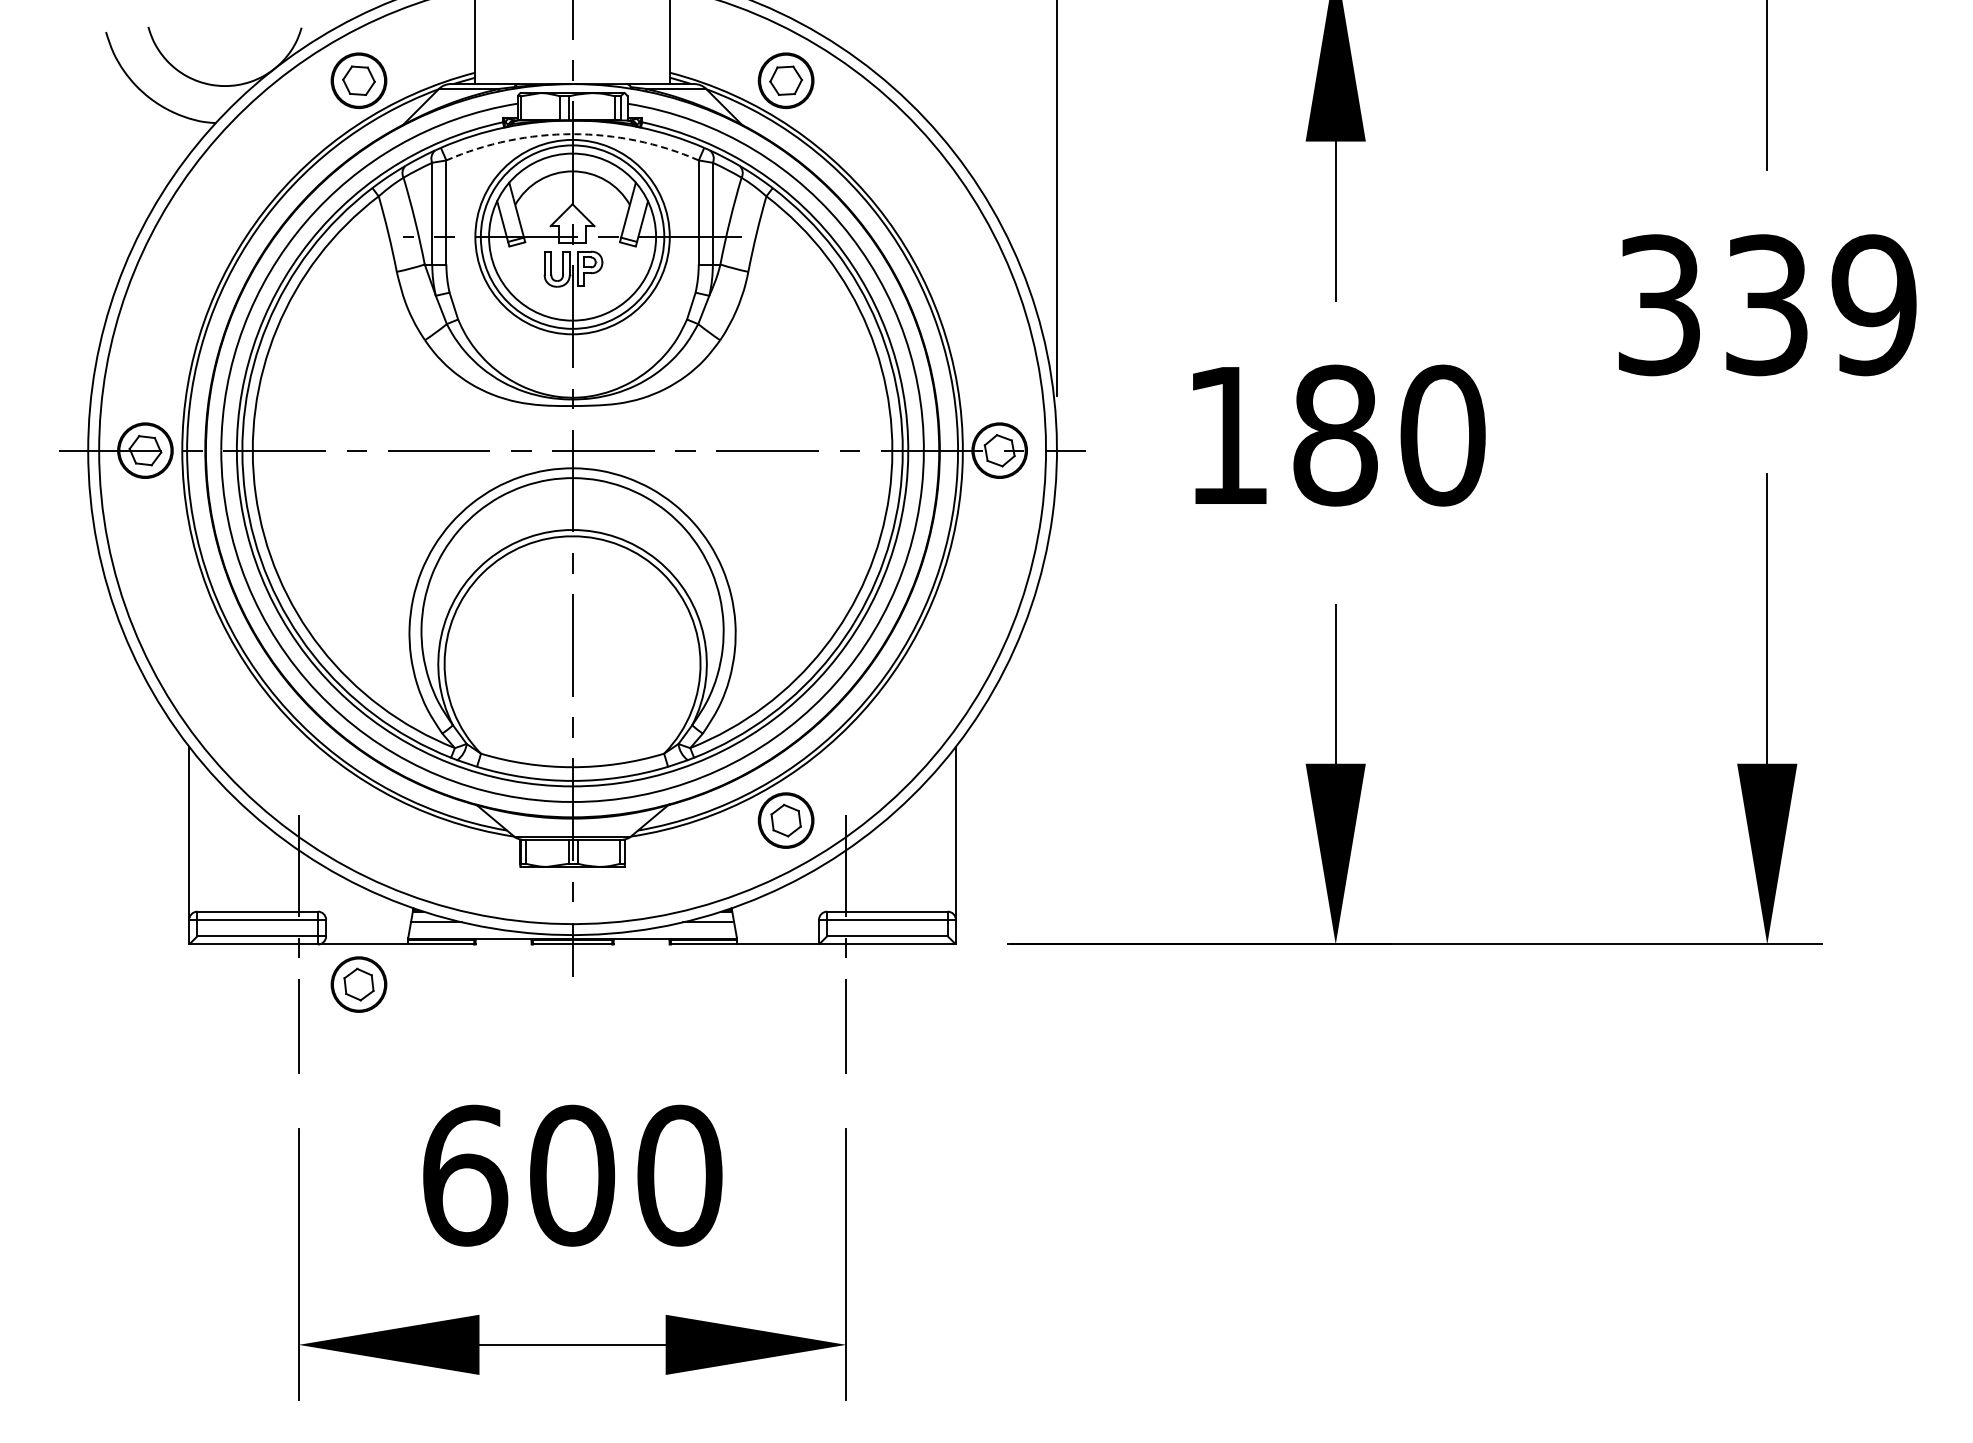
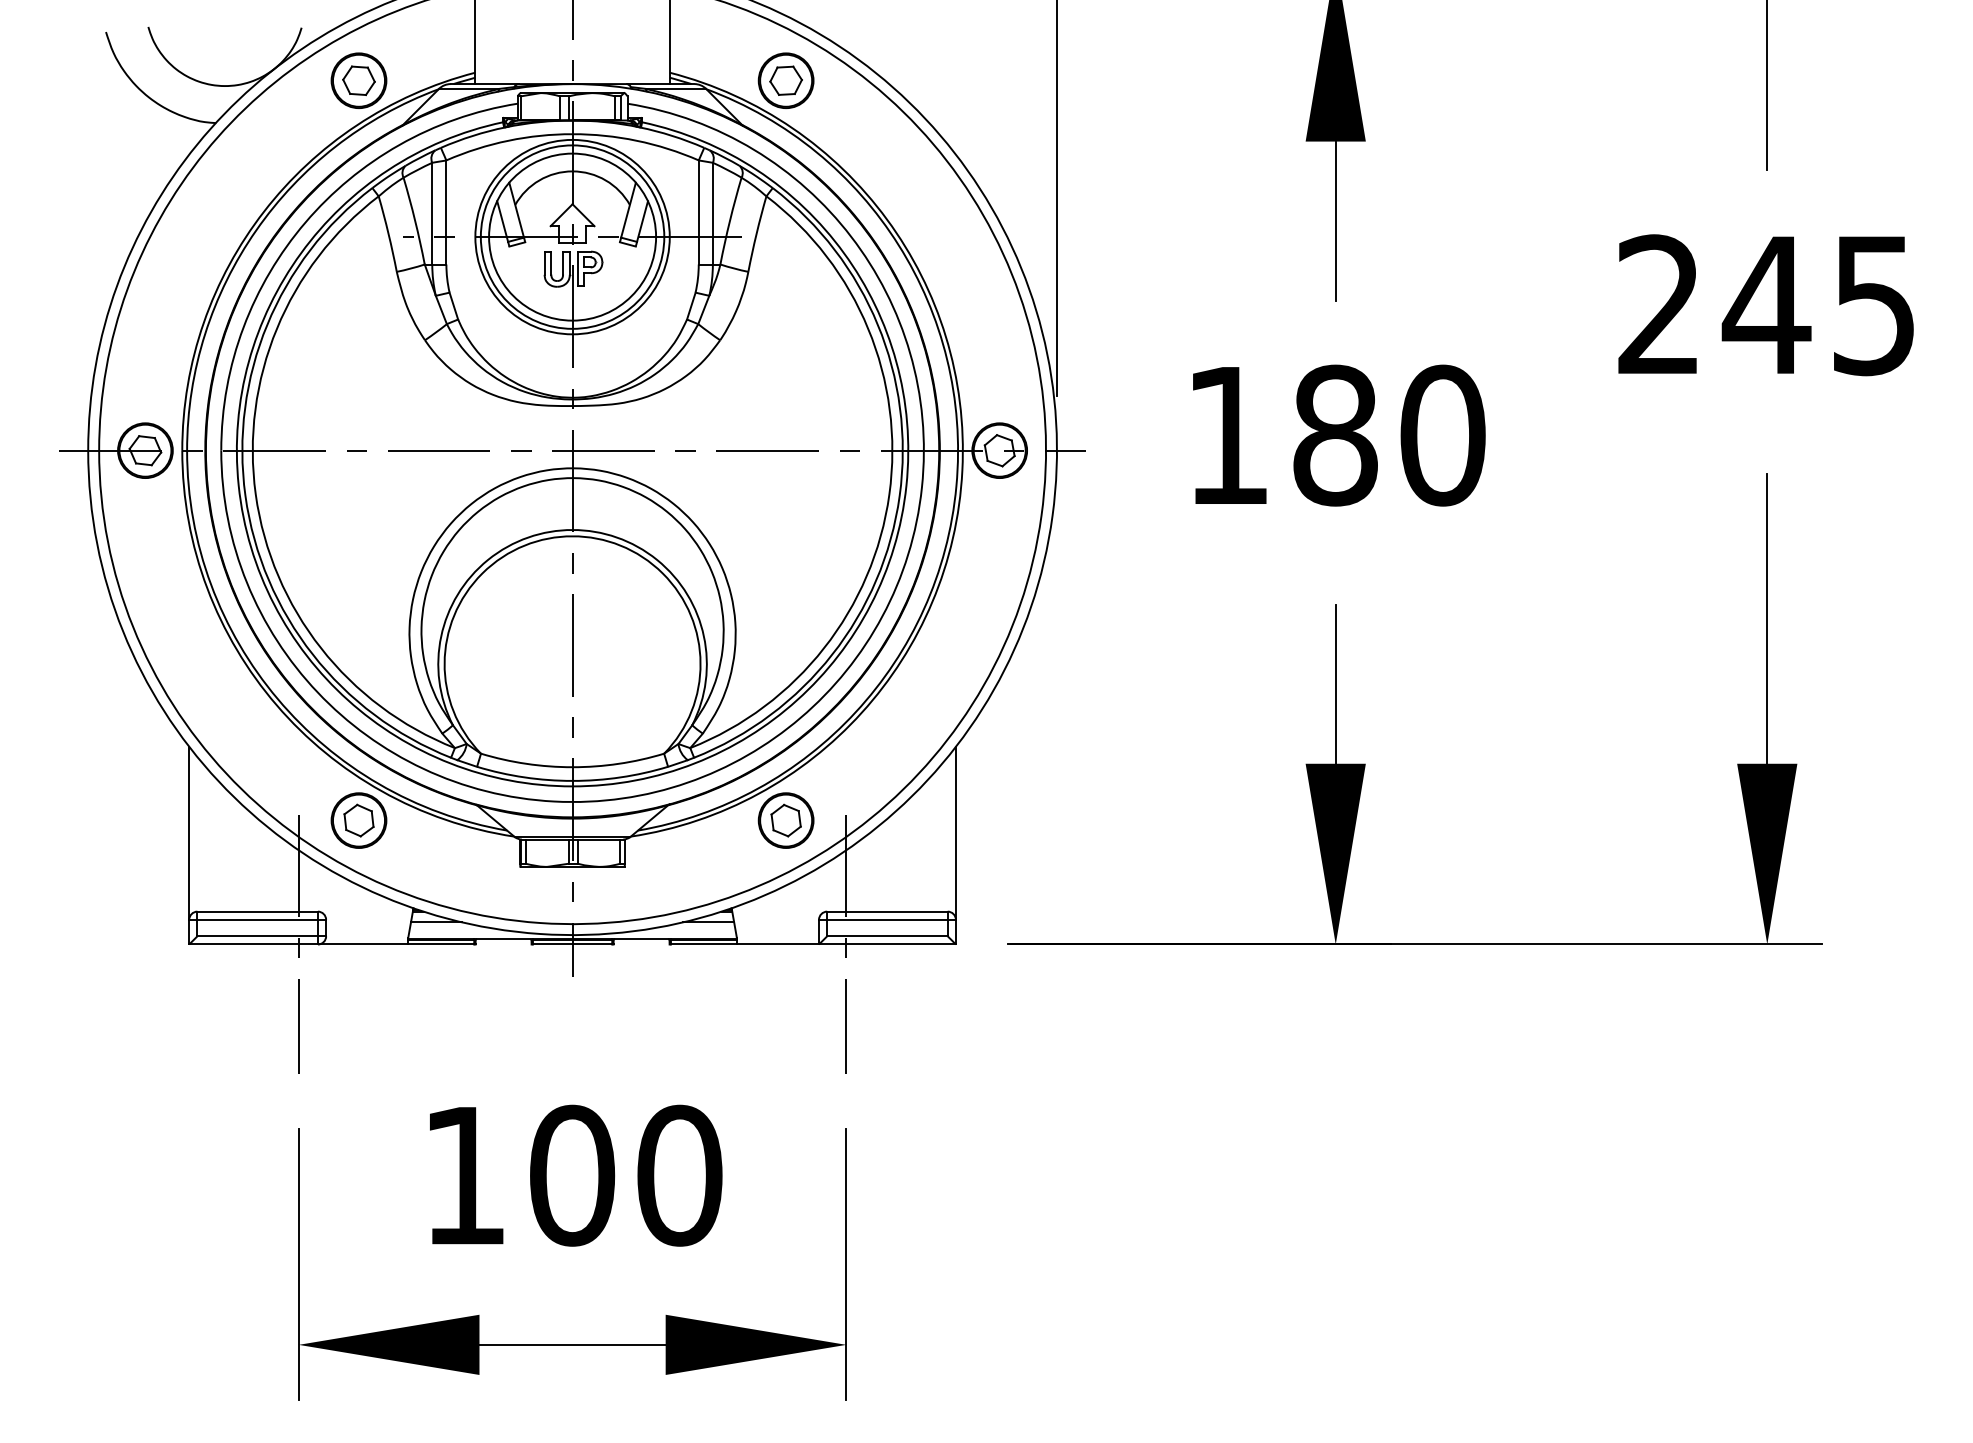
arc at (572, 134): dashed -> solid
text at (1767, 305): 339 -> 245
part at (358, 984) position: (358, 984) -> (358, 820)
text at (465, 1175): 600 -> 100
